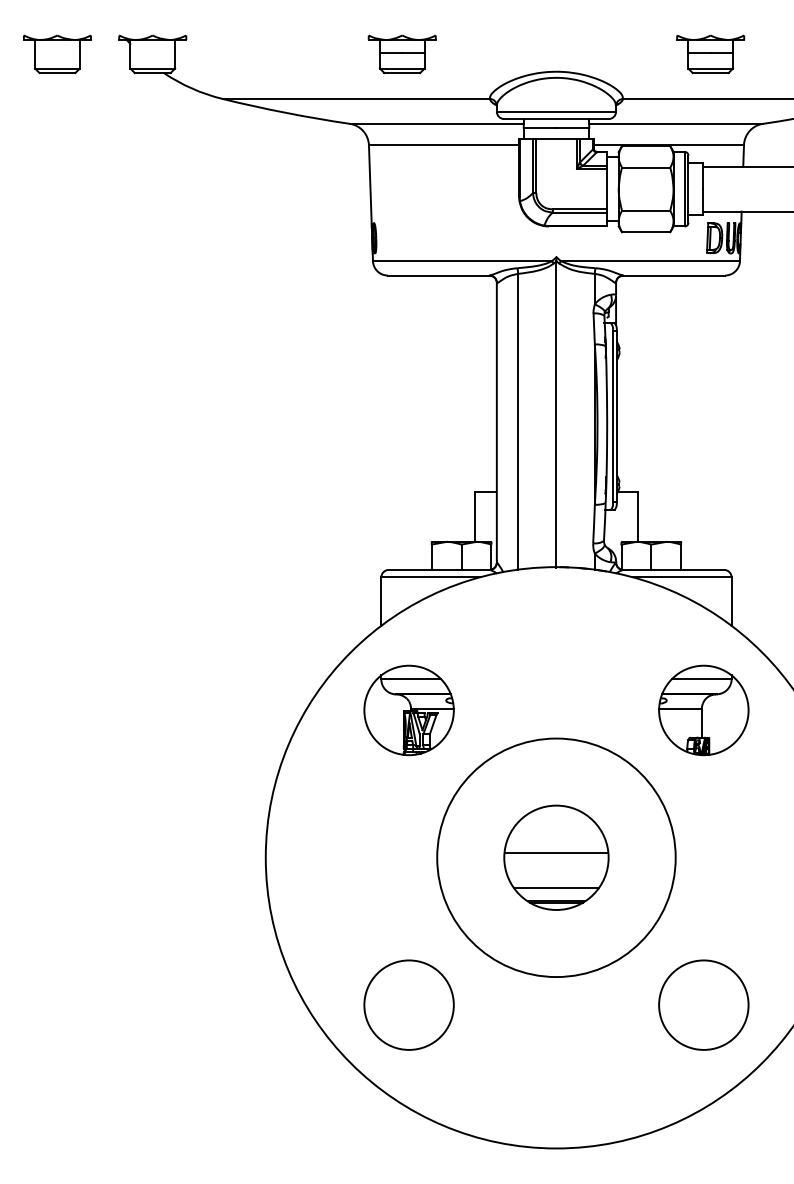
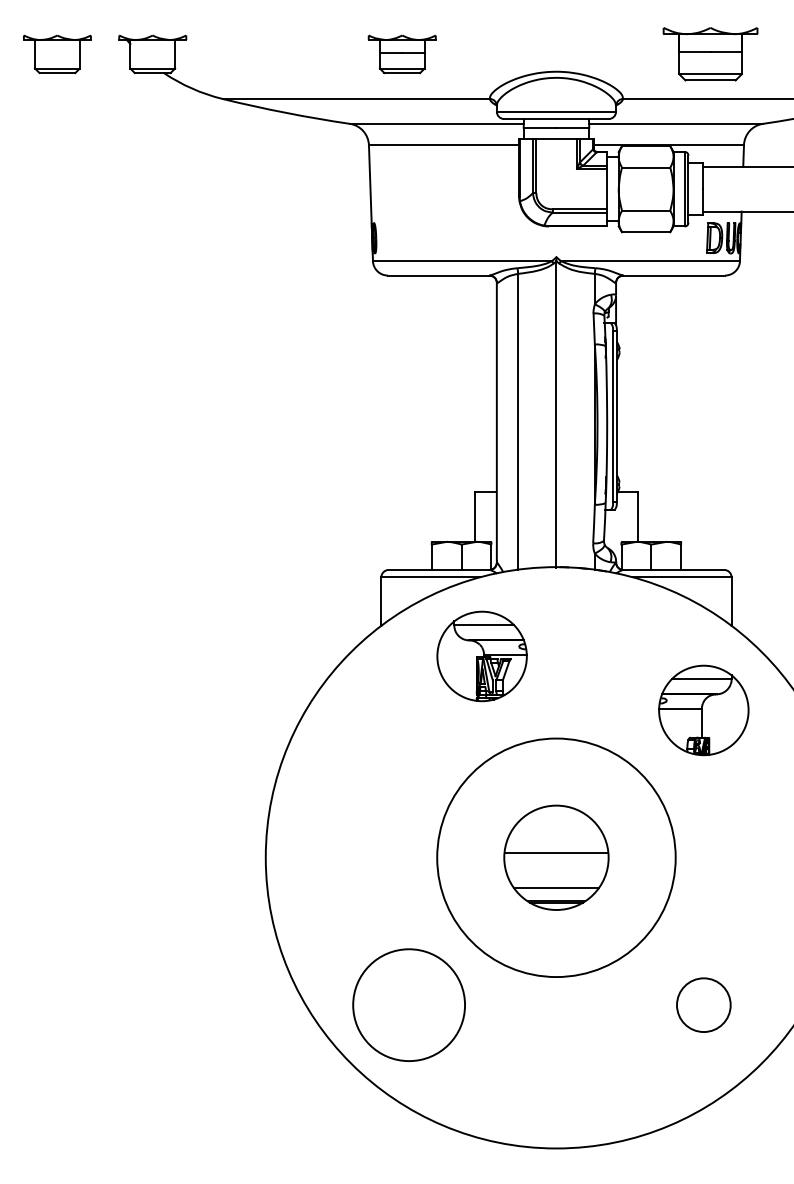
part at (710, 54) size: 70x41 px -> 97x55 px
part at (408, 710) position: (408, 710) -> (481, 656)
circle at (408, 1004) diameter: 89 px -> 112 px
circle at (703, 1004) diameter: 89 px -> 54 px
